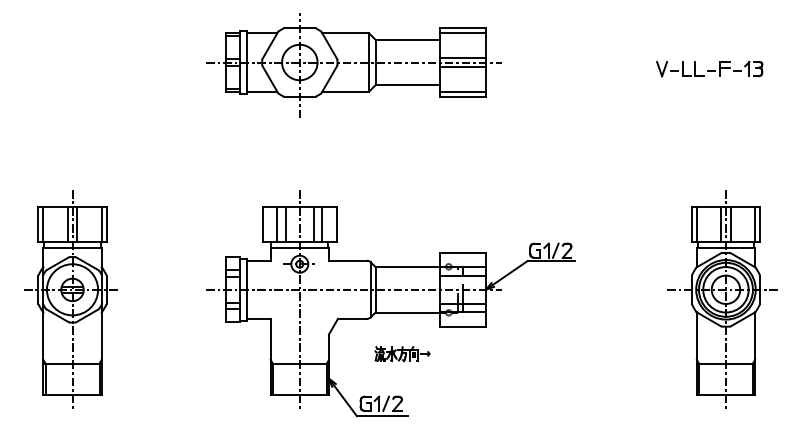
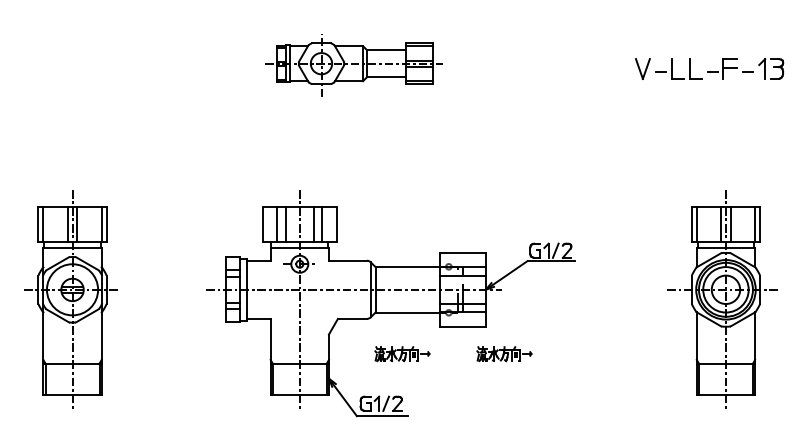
part at (353, 65) size: 296x105 px -> 178x63 px
part at (709, 69) size: 108x17 px -> 150x22 px
part at (504, 354): none -> present
